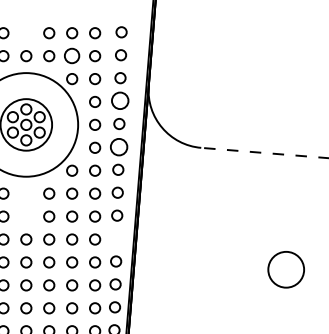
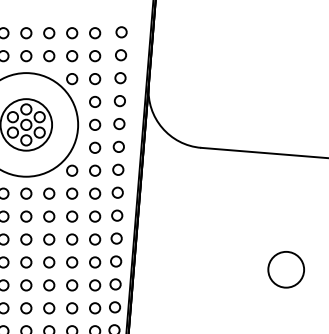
circle at (26, 33): none -> present
circle at (72, 55) size: 17x18 px -> 13x13 px
circle at (120, 100) size: 19x19 px -> 13x13 px
circle at (119, 147) size: 19x19 px -> 13x13 px
line at (264, 153): dashed -> solid
circle at (26, 193): none -> present
circle at (26, 216): none -> present
circle at (116, 238): none -> present
